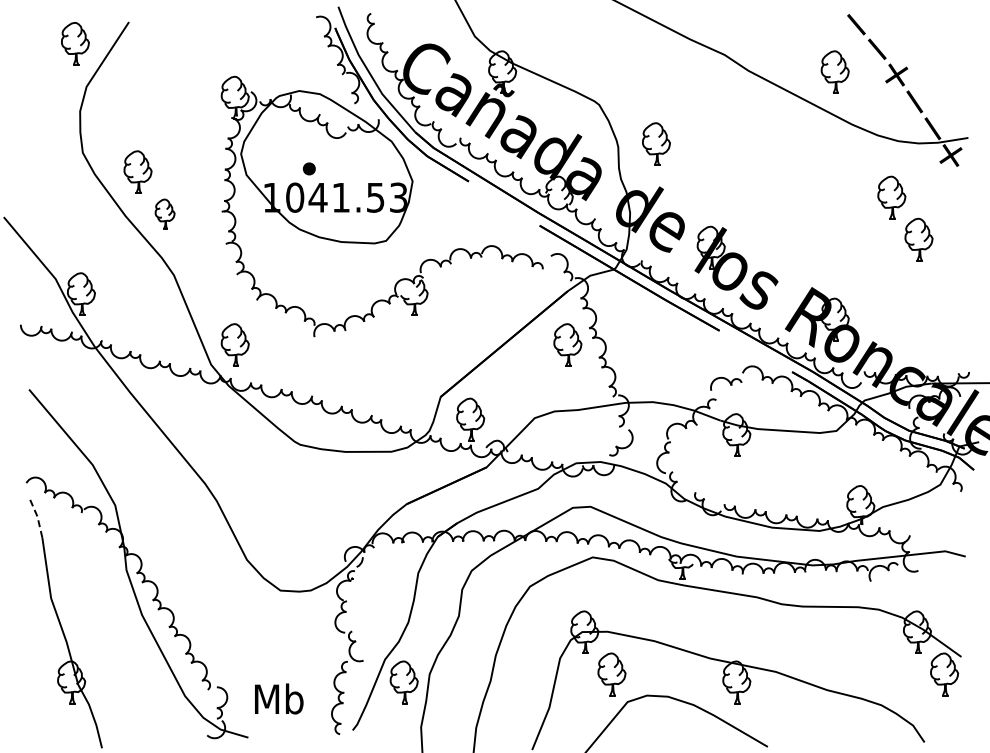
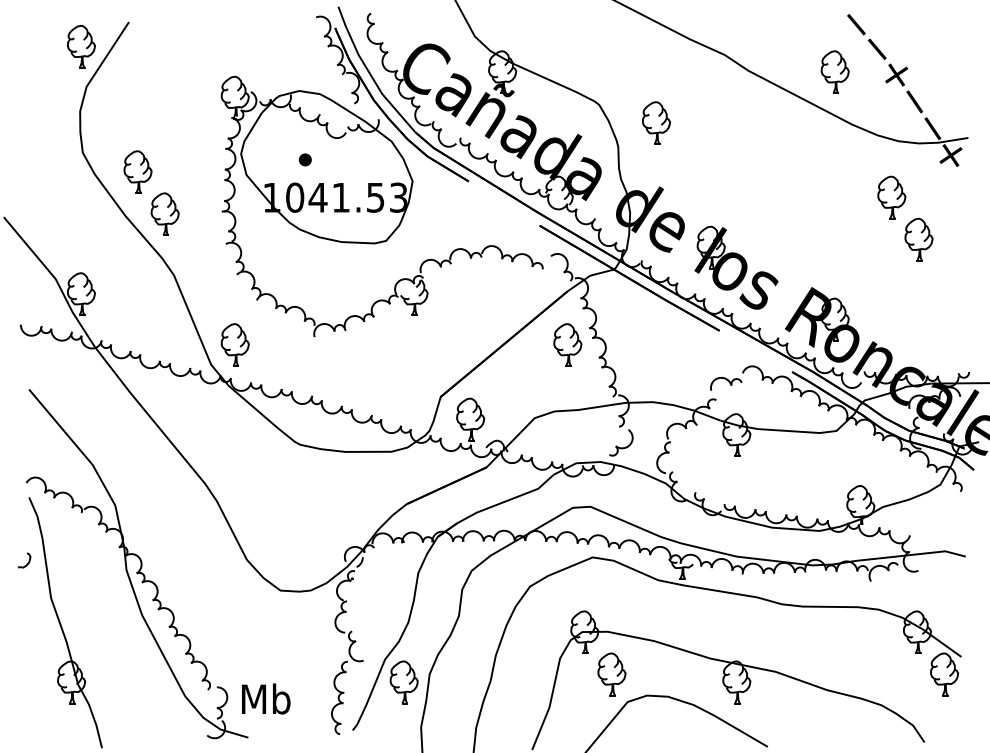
part at (75, 43) position: (75, 43) -> (81, 46)
part at (656, 143) position: (656, 143) -> (656, 122)
part at (309, 168) position: (309, 168) -> (305, 159)
part at (164, 213) size: 22x32 px -> 30x44 px
line at (37, 516): dashed -> solid
curve at (27, 562): none -> present
text at (279, 698) position: (279, 698) -> (266, 698)
